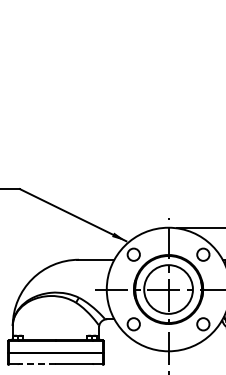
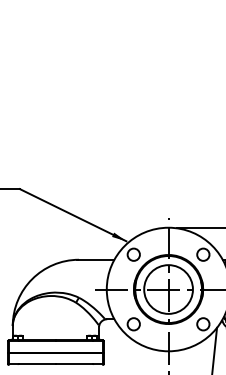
line at (214, 349): none -> present
line at (37, 364): dashed -> solid
